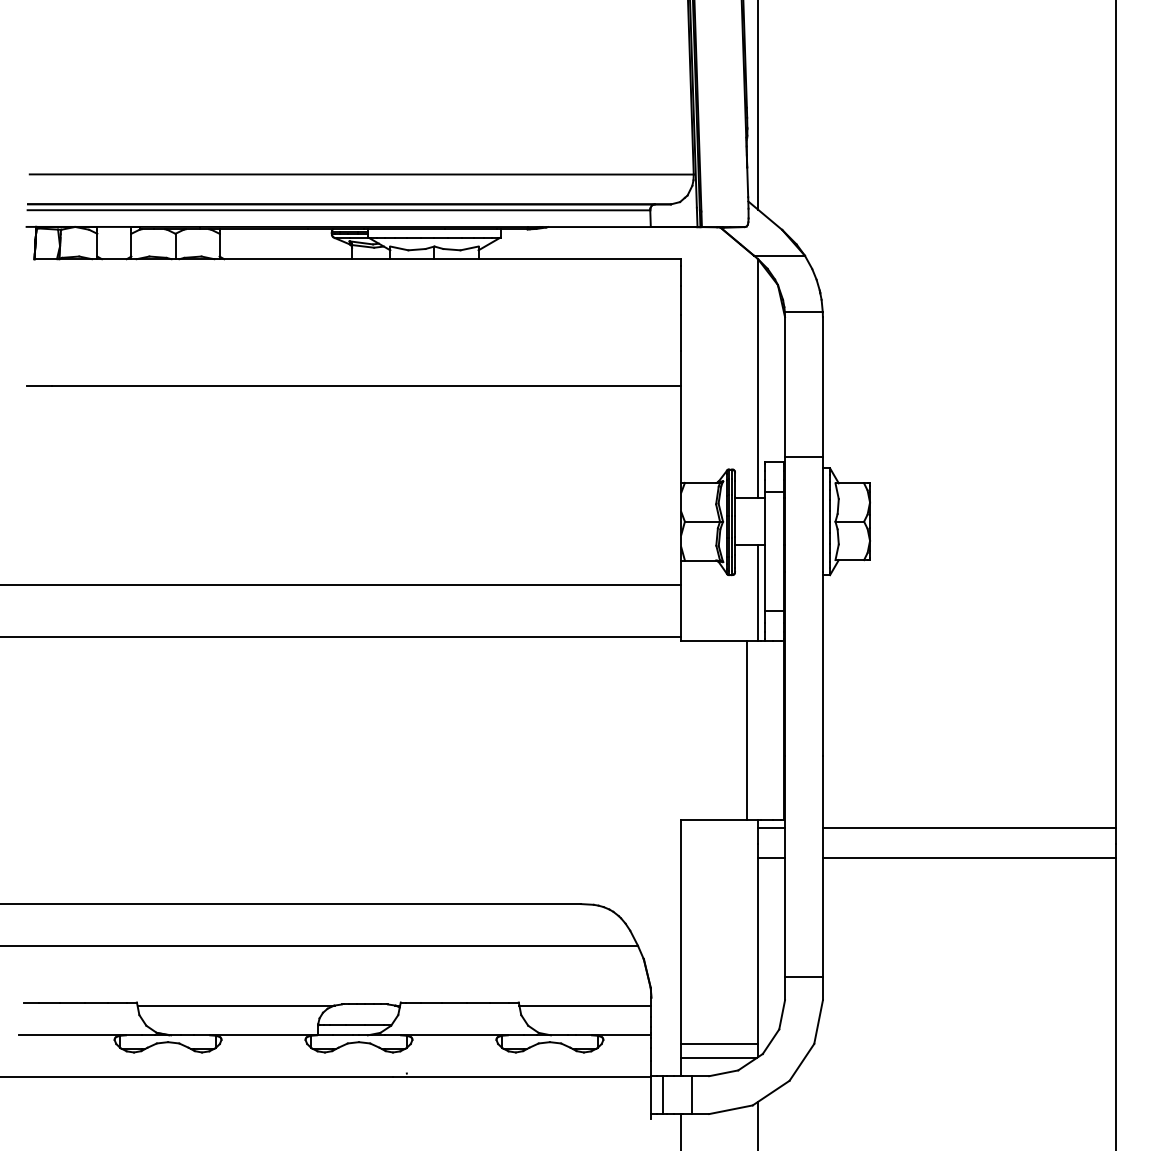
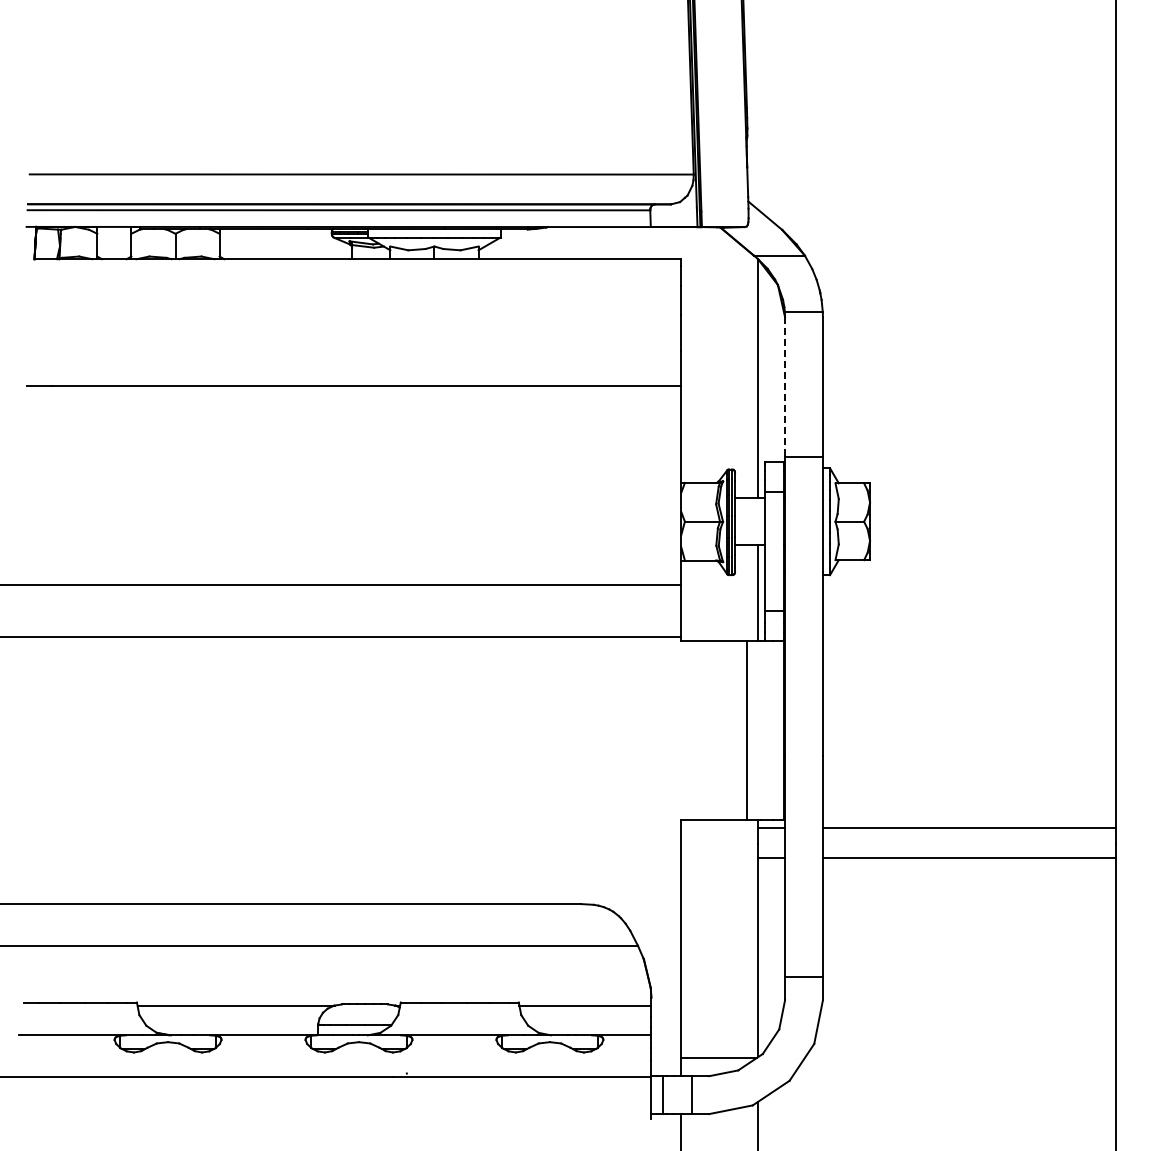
line at (758, 106): present -> none
line at (785, 386): solid -> dashed
line at (719, 1044): present -> none
